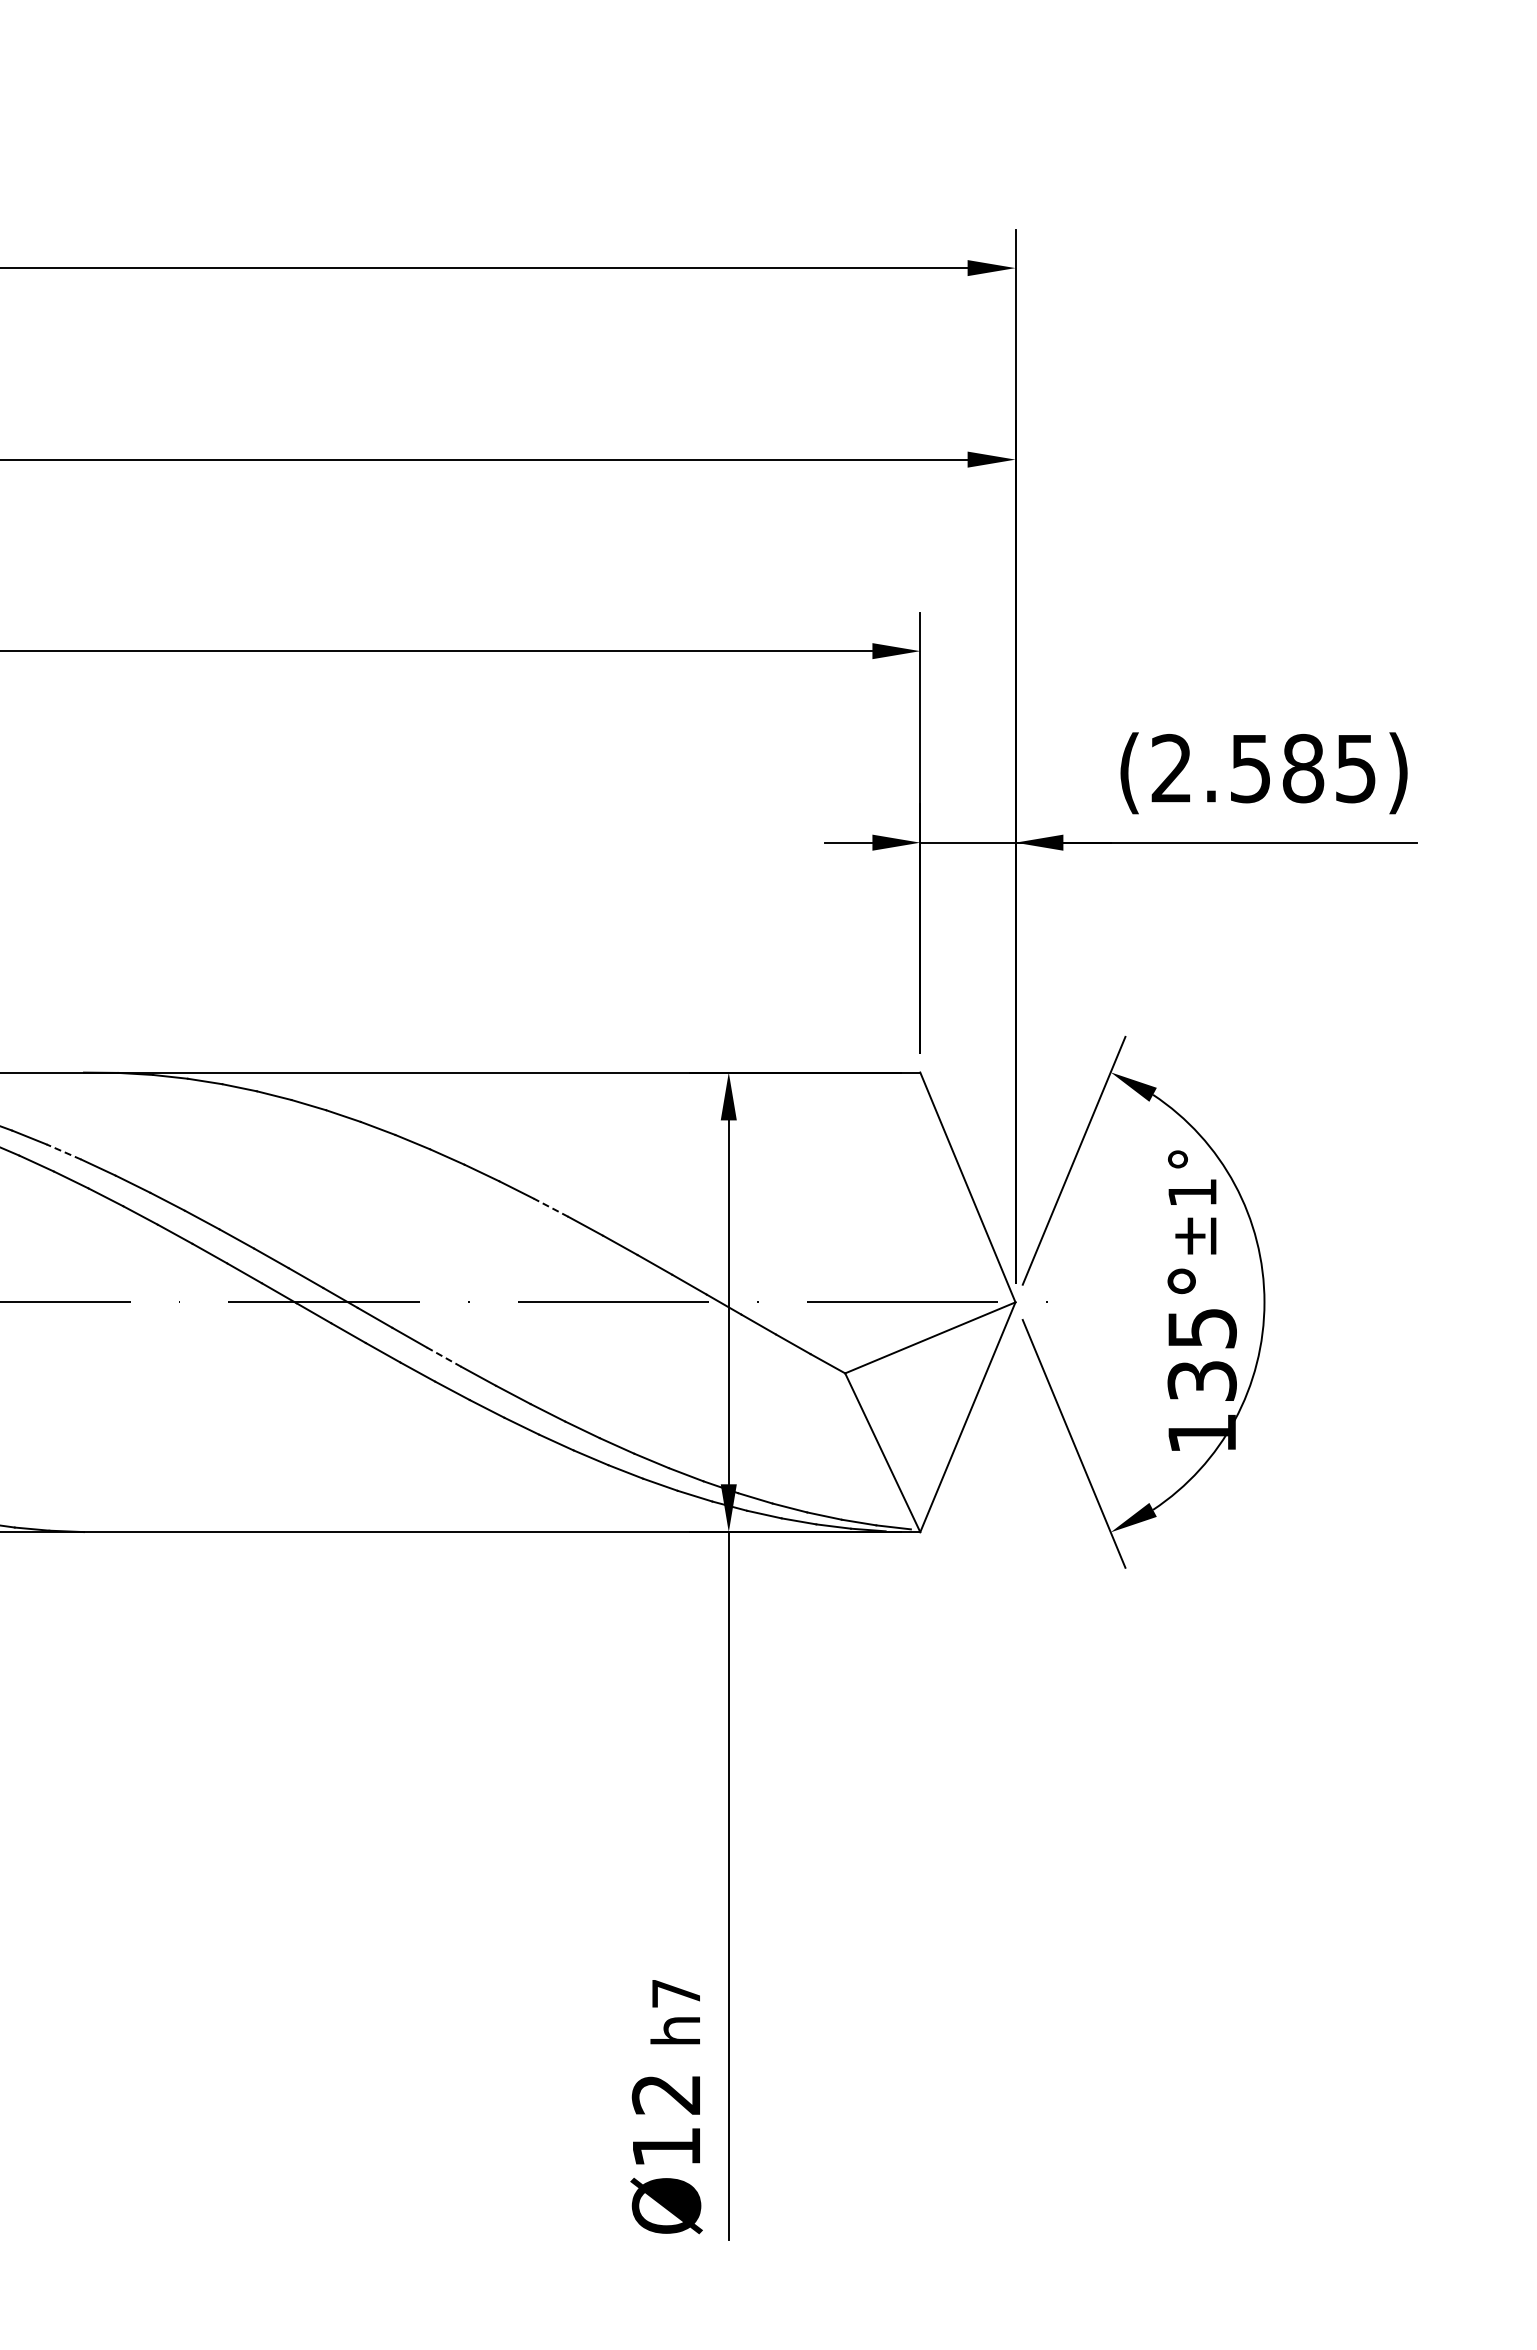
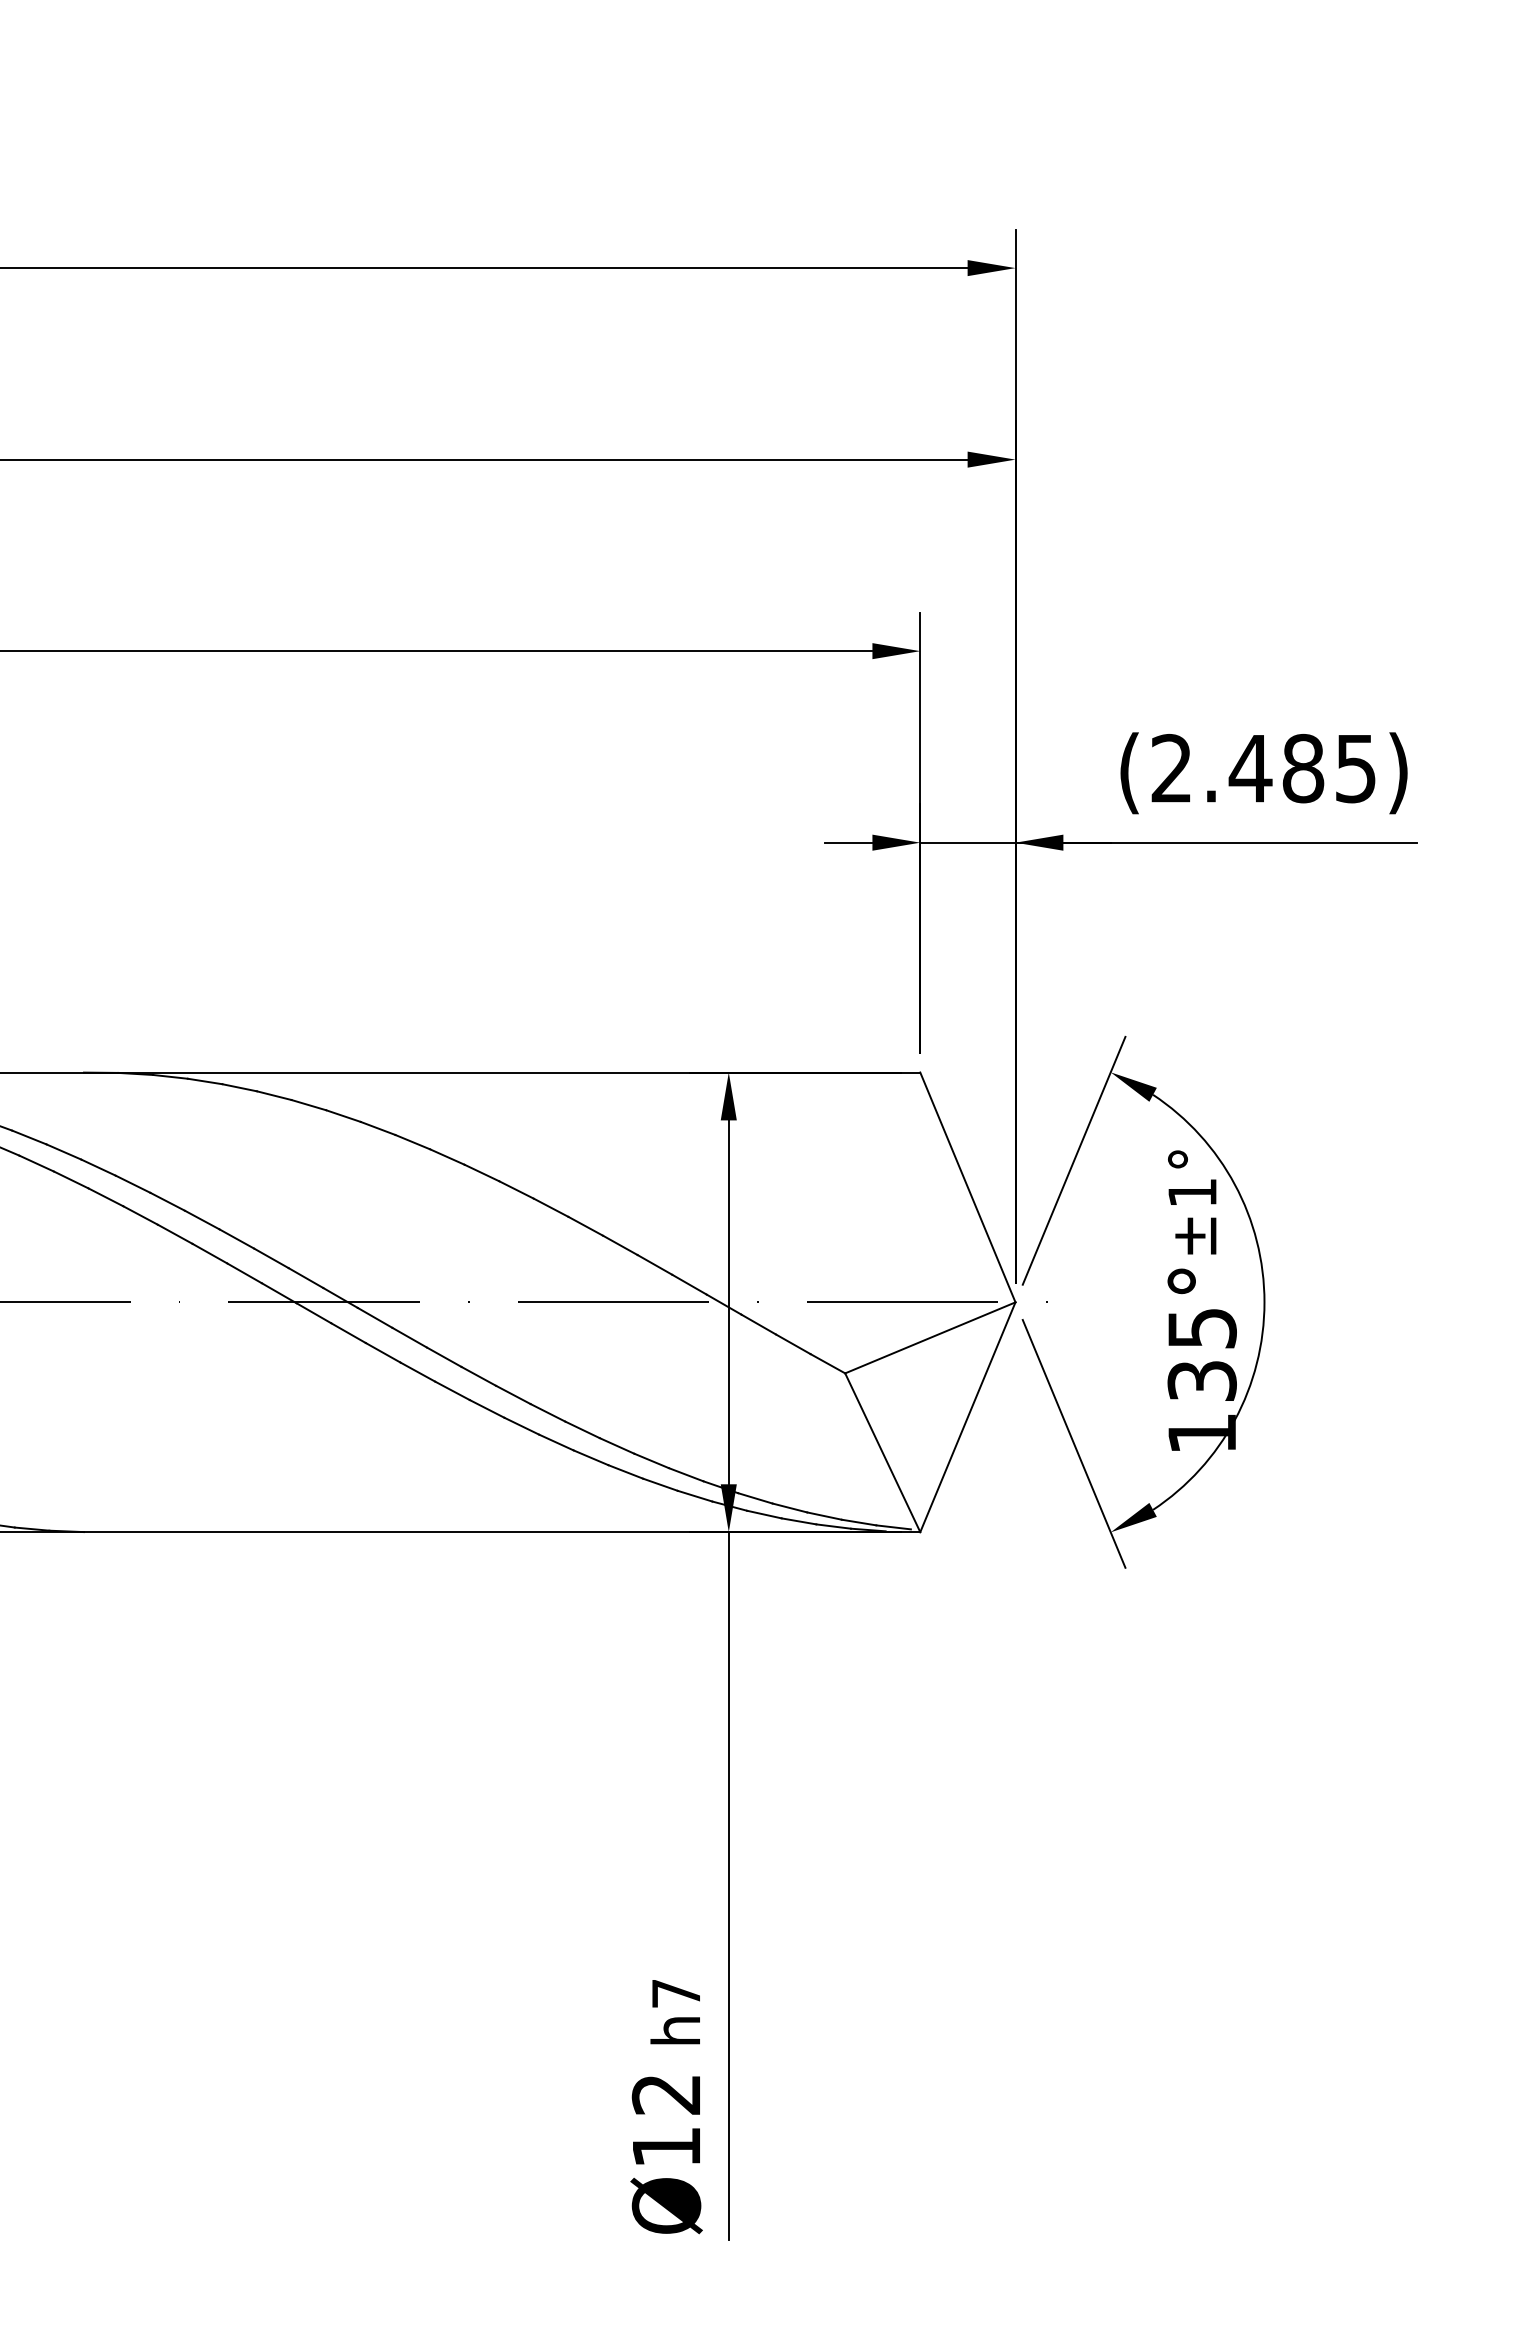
text at (1250, 769): (2.585) -> (2.485)
line at (63, 1152): dashed -> solid
line at (551, 1207): dashed -> solid
line at (444, 1357): dashed -> solid
